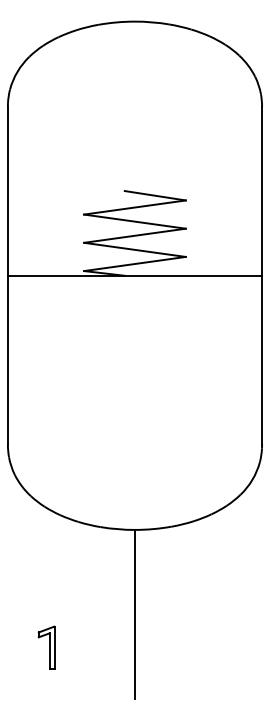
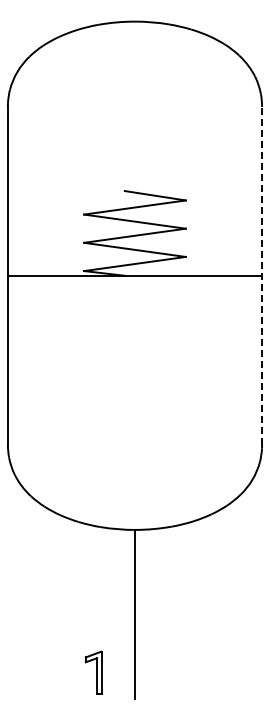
line at (262, 275): solid -> dashed
part at (46, 647) position: (46, 647) -> (93, 672)
